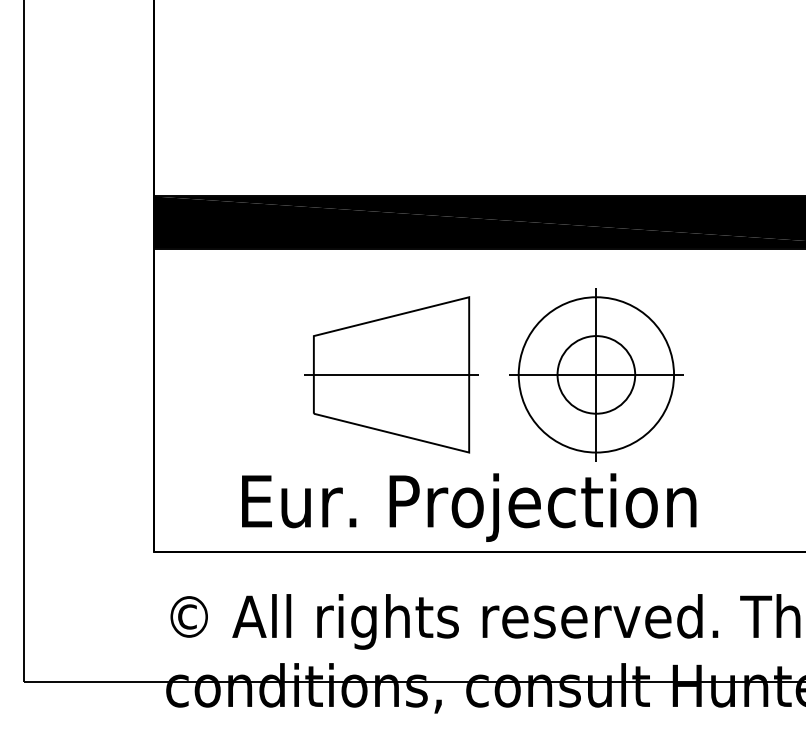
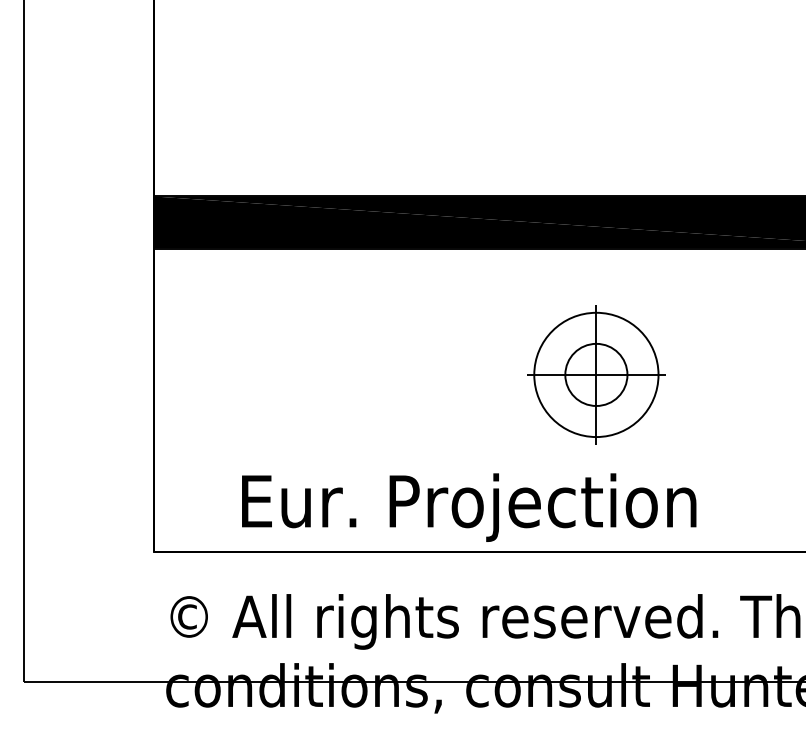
part at (391, 374): present -> none
part at (596, 374) size: 175x174 px -> 139x140 px
